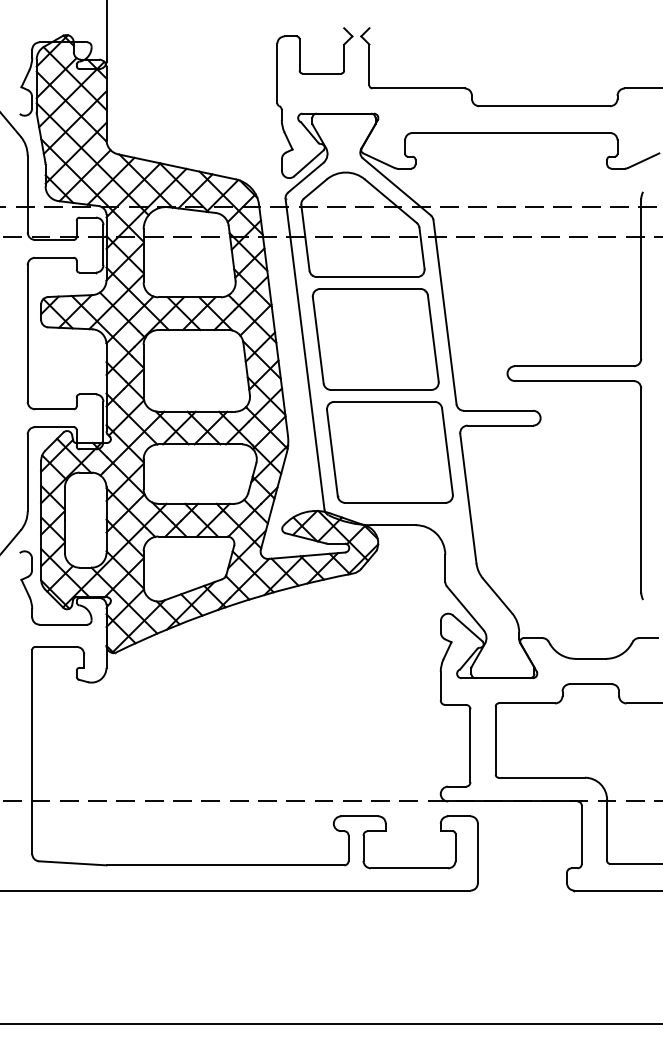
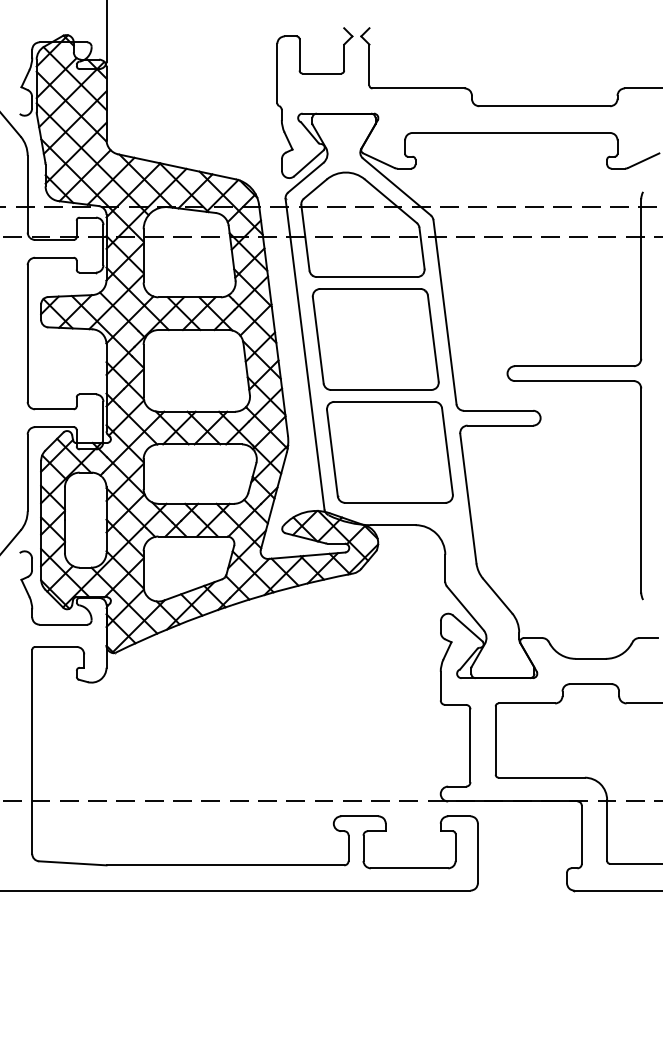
line at (330, 1024): present -> none
